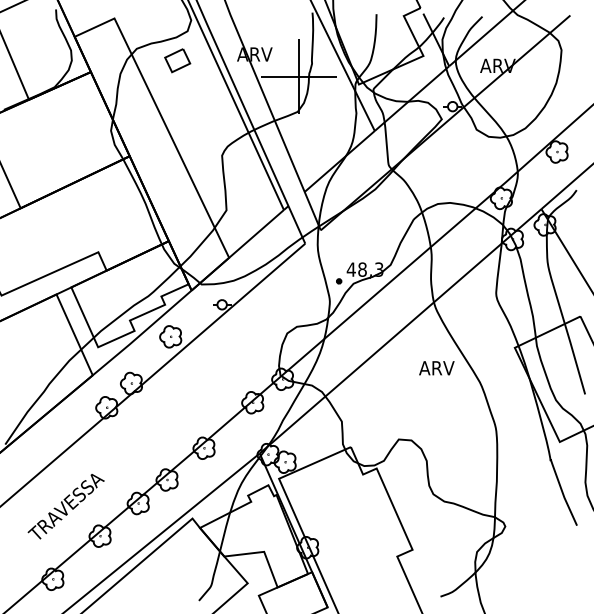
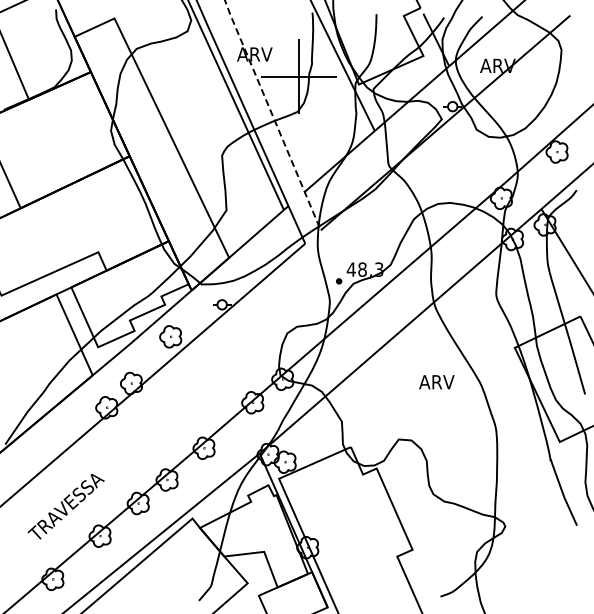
part at (177, 60): present -> none
line at (272, 115): solid -> dashed
text at (436, 368) position: (436, 368) -> (436, 382)
